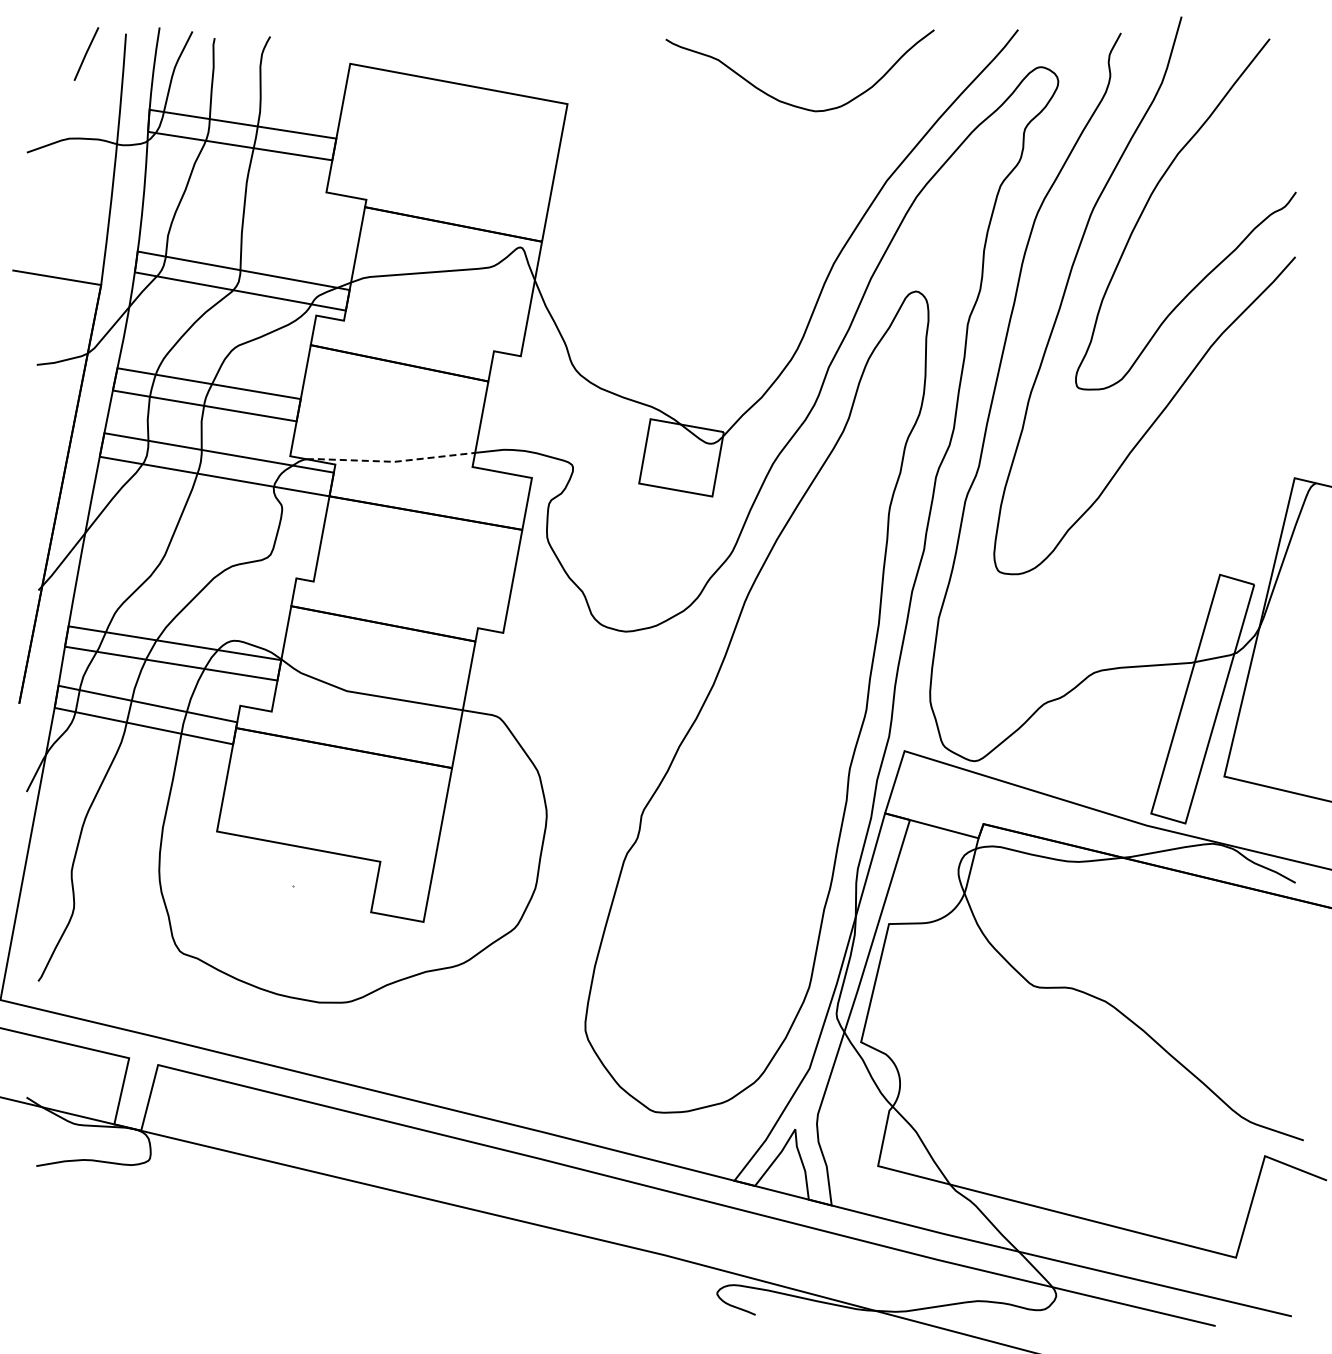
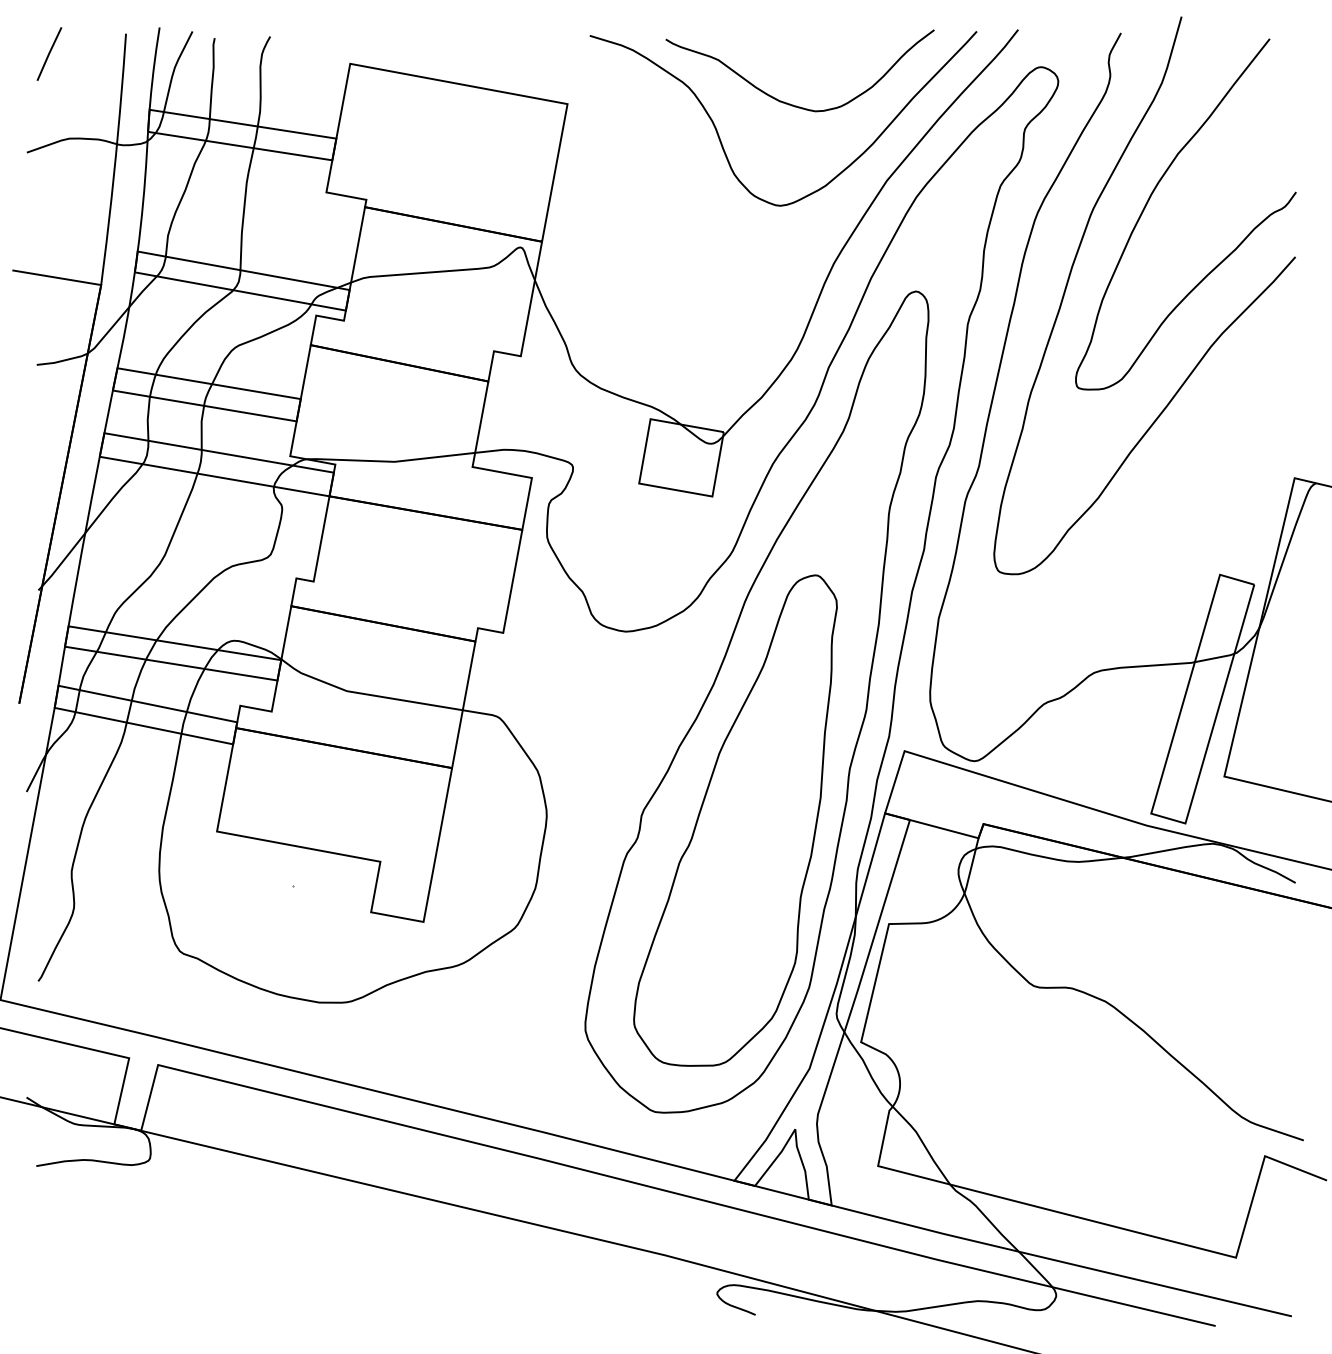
line at (86, 53) position: (86, 53) -> (49, 53)
curve at (721, 140): none -> present
line at (391, 461): dashed -> solid
part at (735, 820): none -> present
